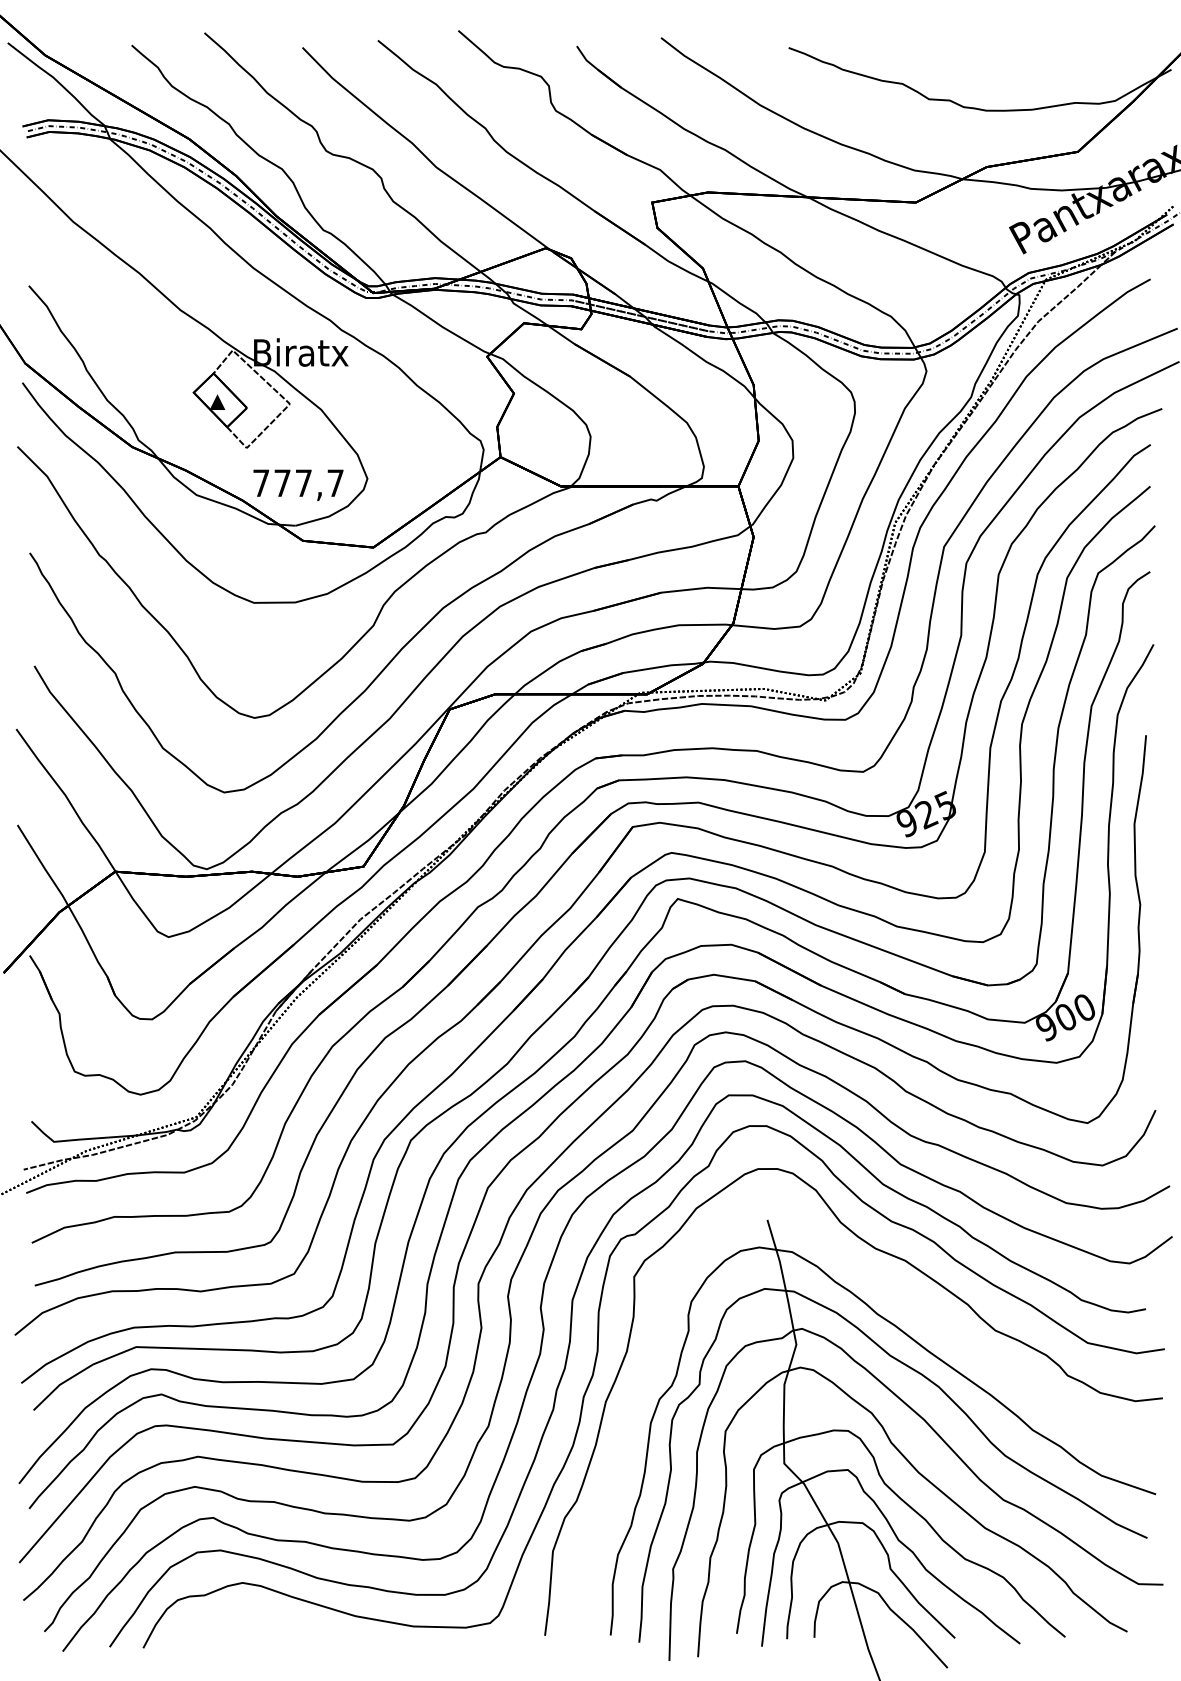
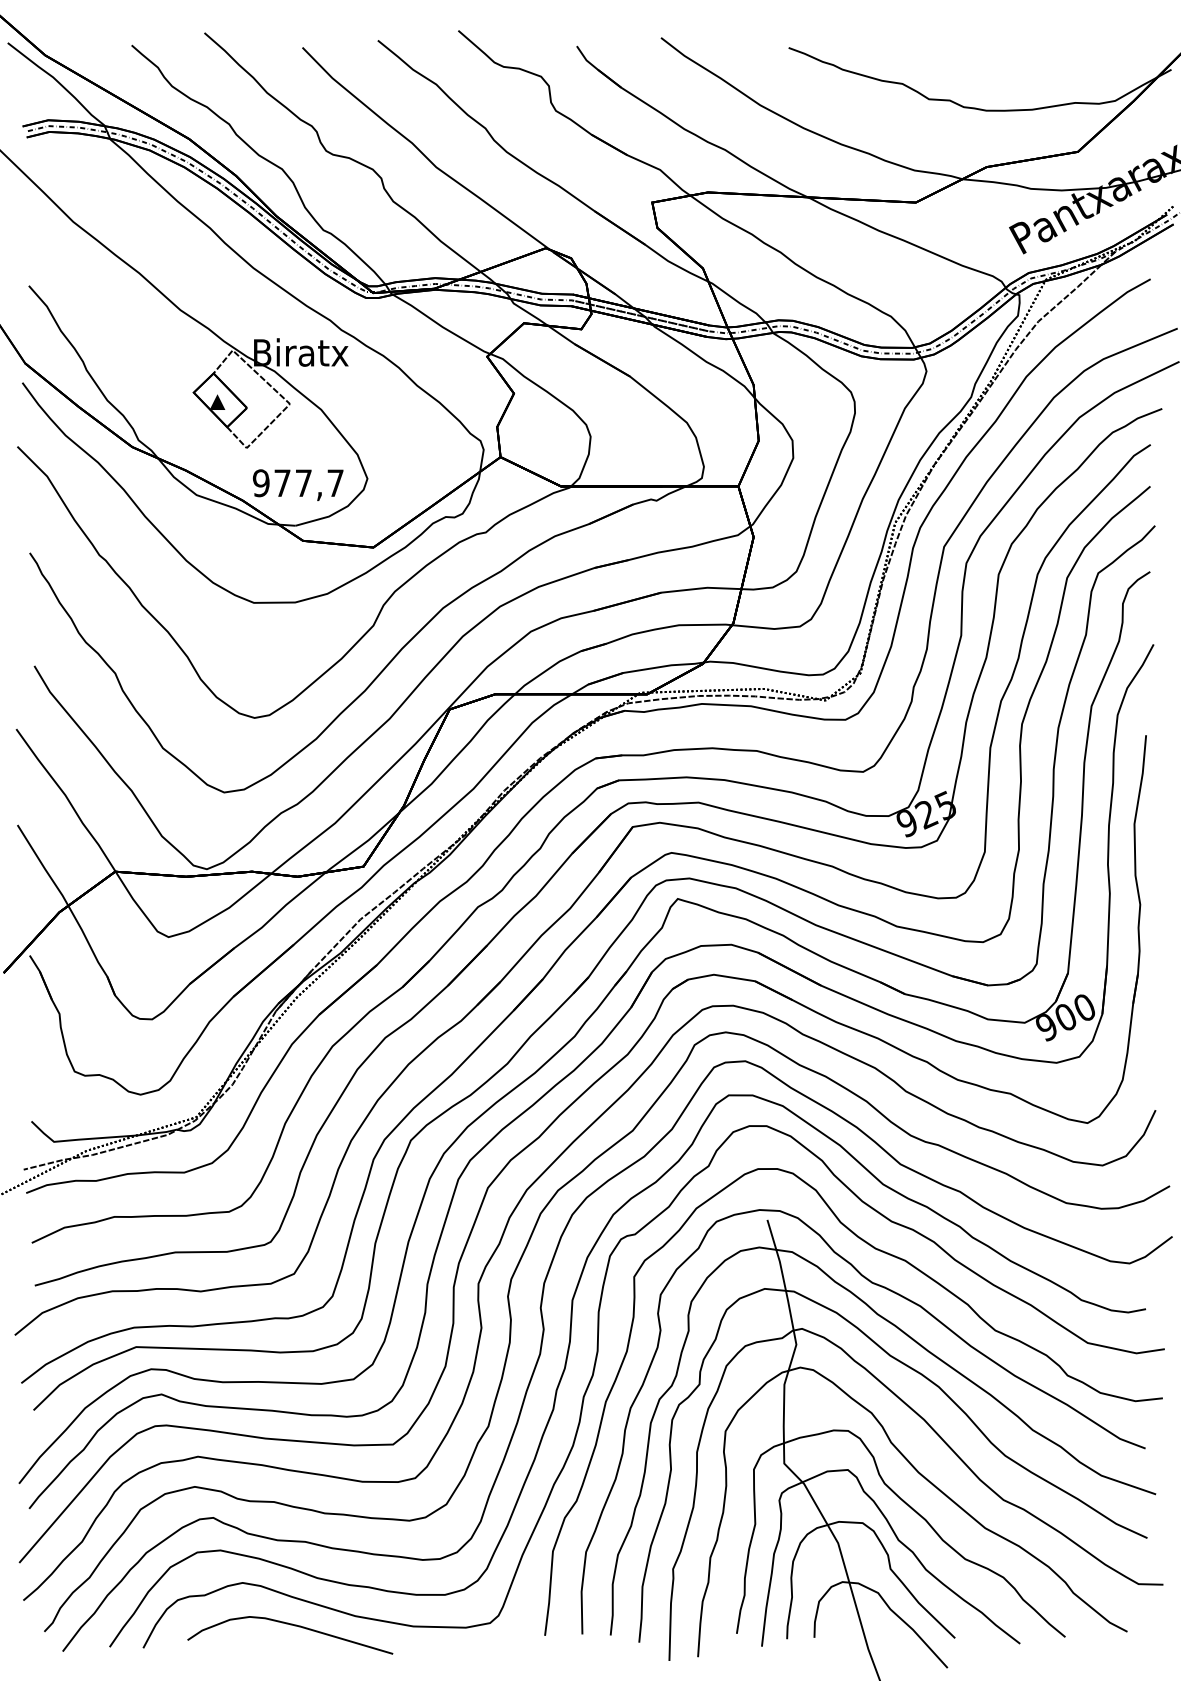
text at (260, 483): 777,7 -> 977,7
curve at (941, 1324): none -> present
curve at (294, 1626): none -> present
